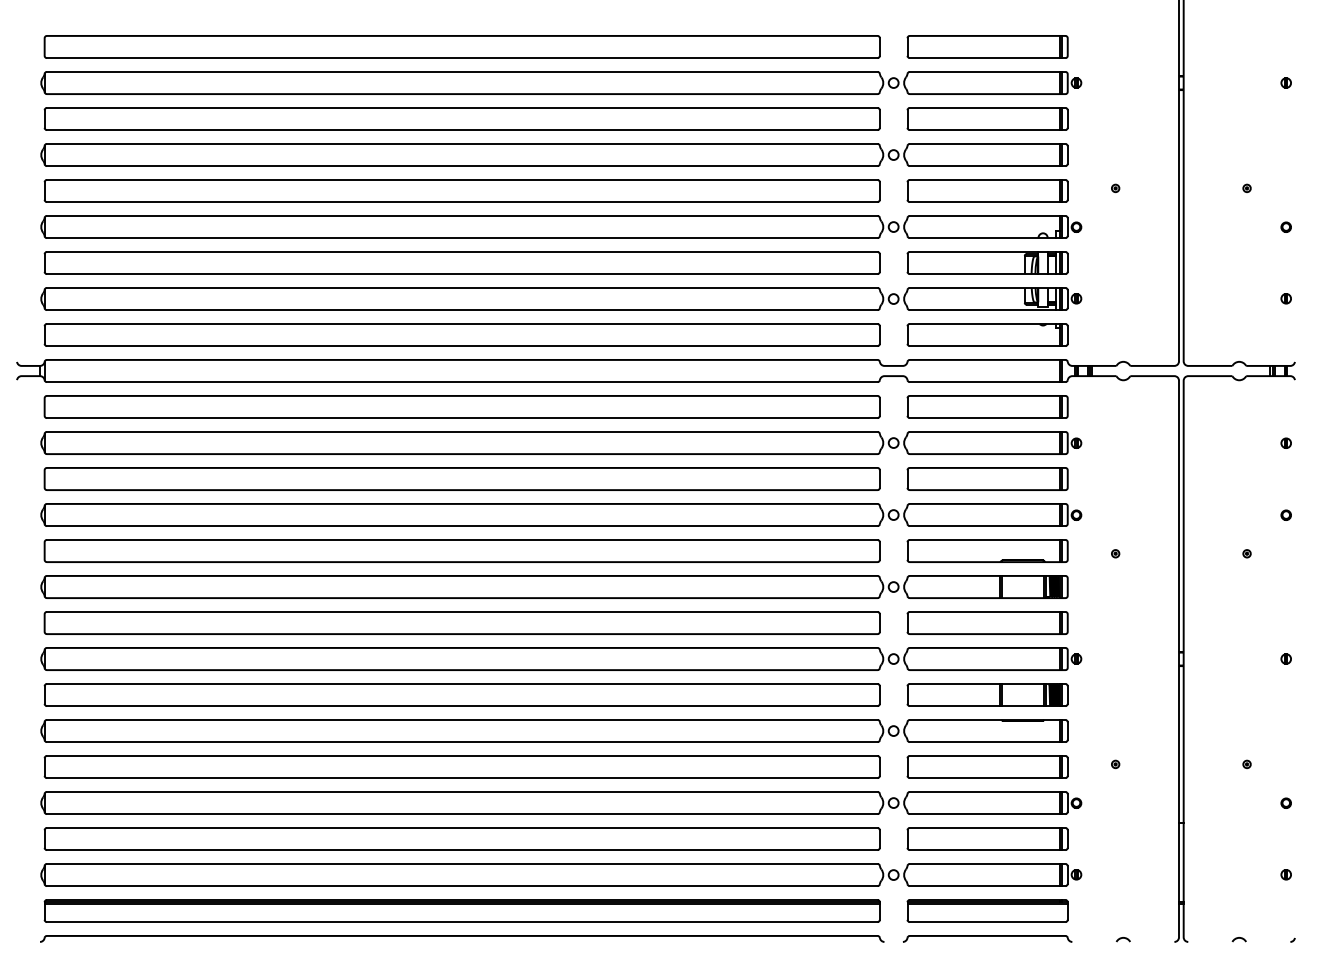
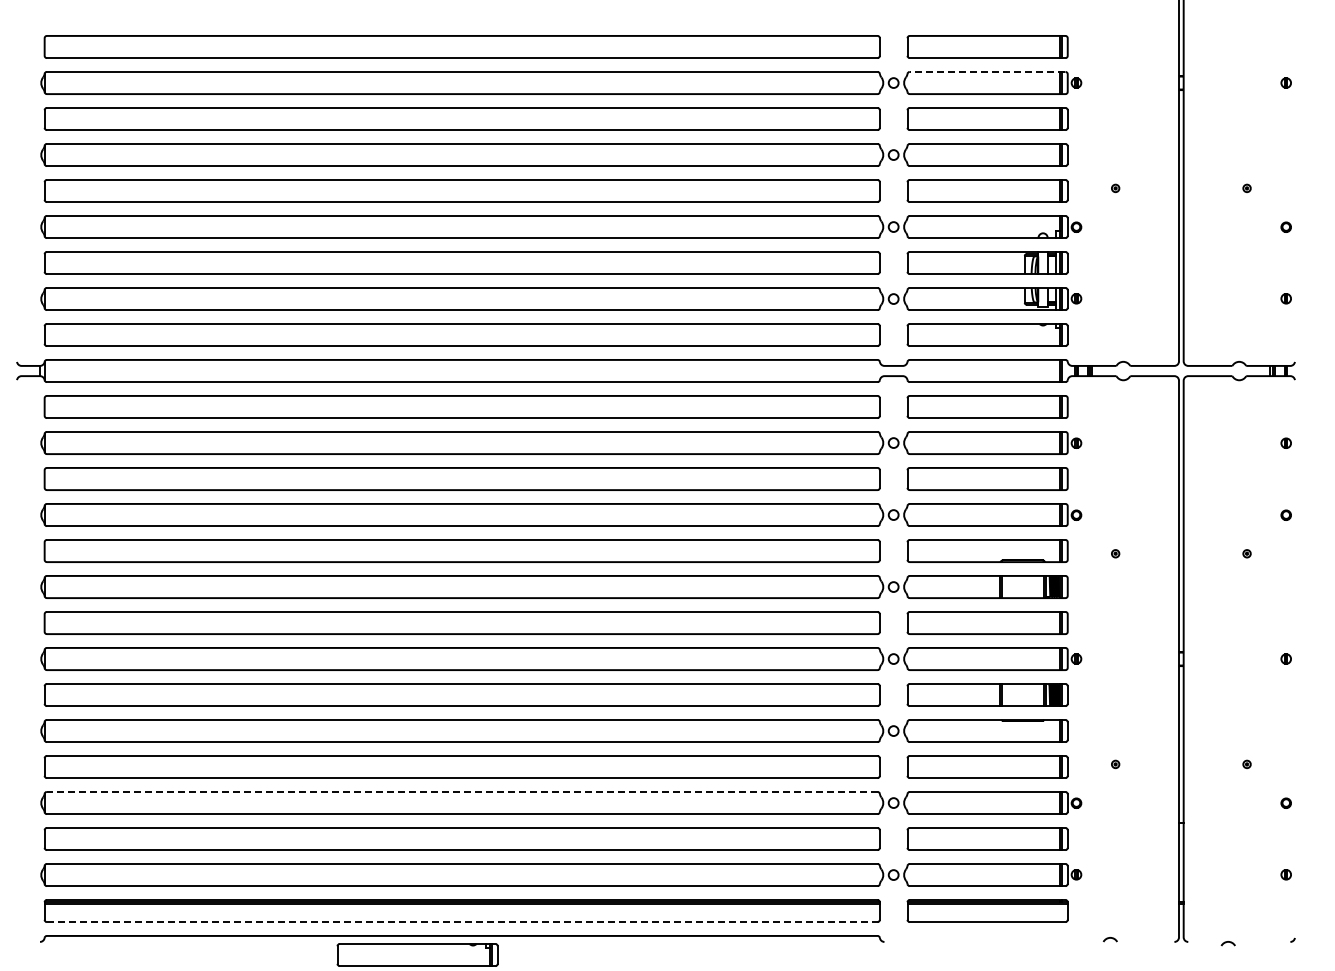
line at (987, 71): solid -> dashed
line at (461, 791): solid -> dashed
line at (462, 922): solid -> dashed
part at (987, 938): present -> none
arc at (1122, 938) position: (1122, 938) -> (1109, 938)
arc at (1238, 938) position: (1238, 938) -> (1227, 942)
part at (417, 954): none -> present
